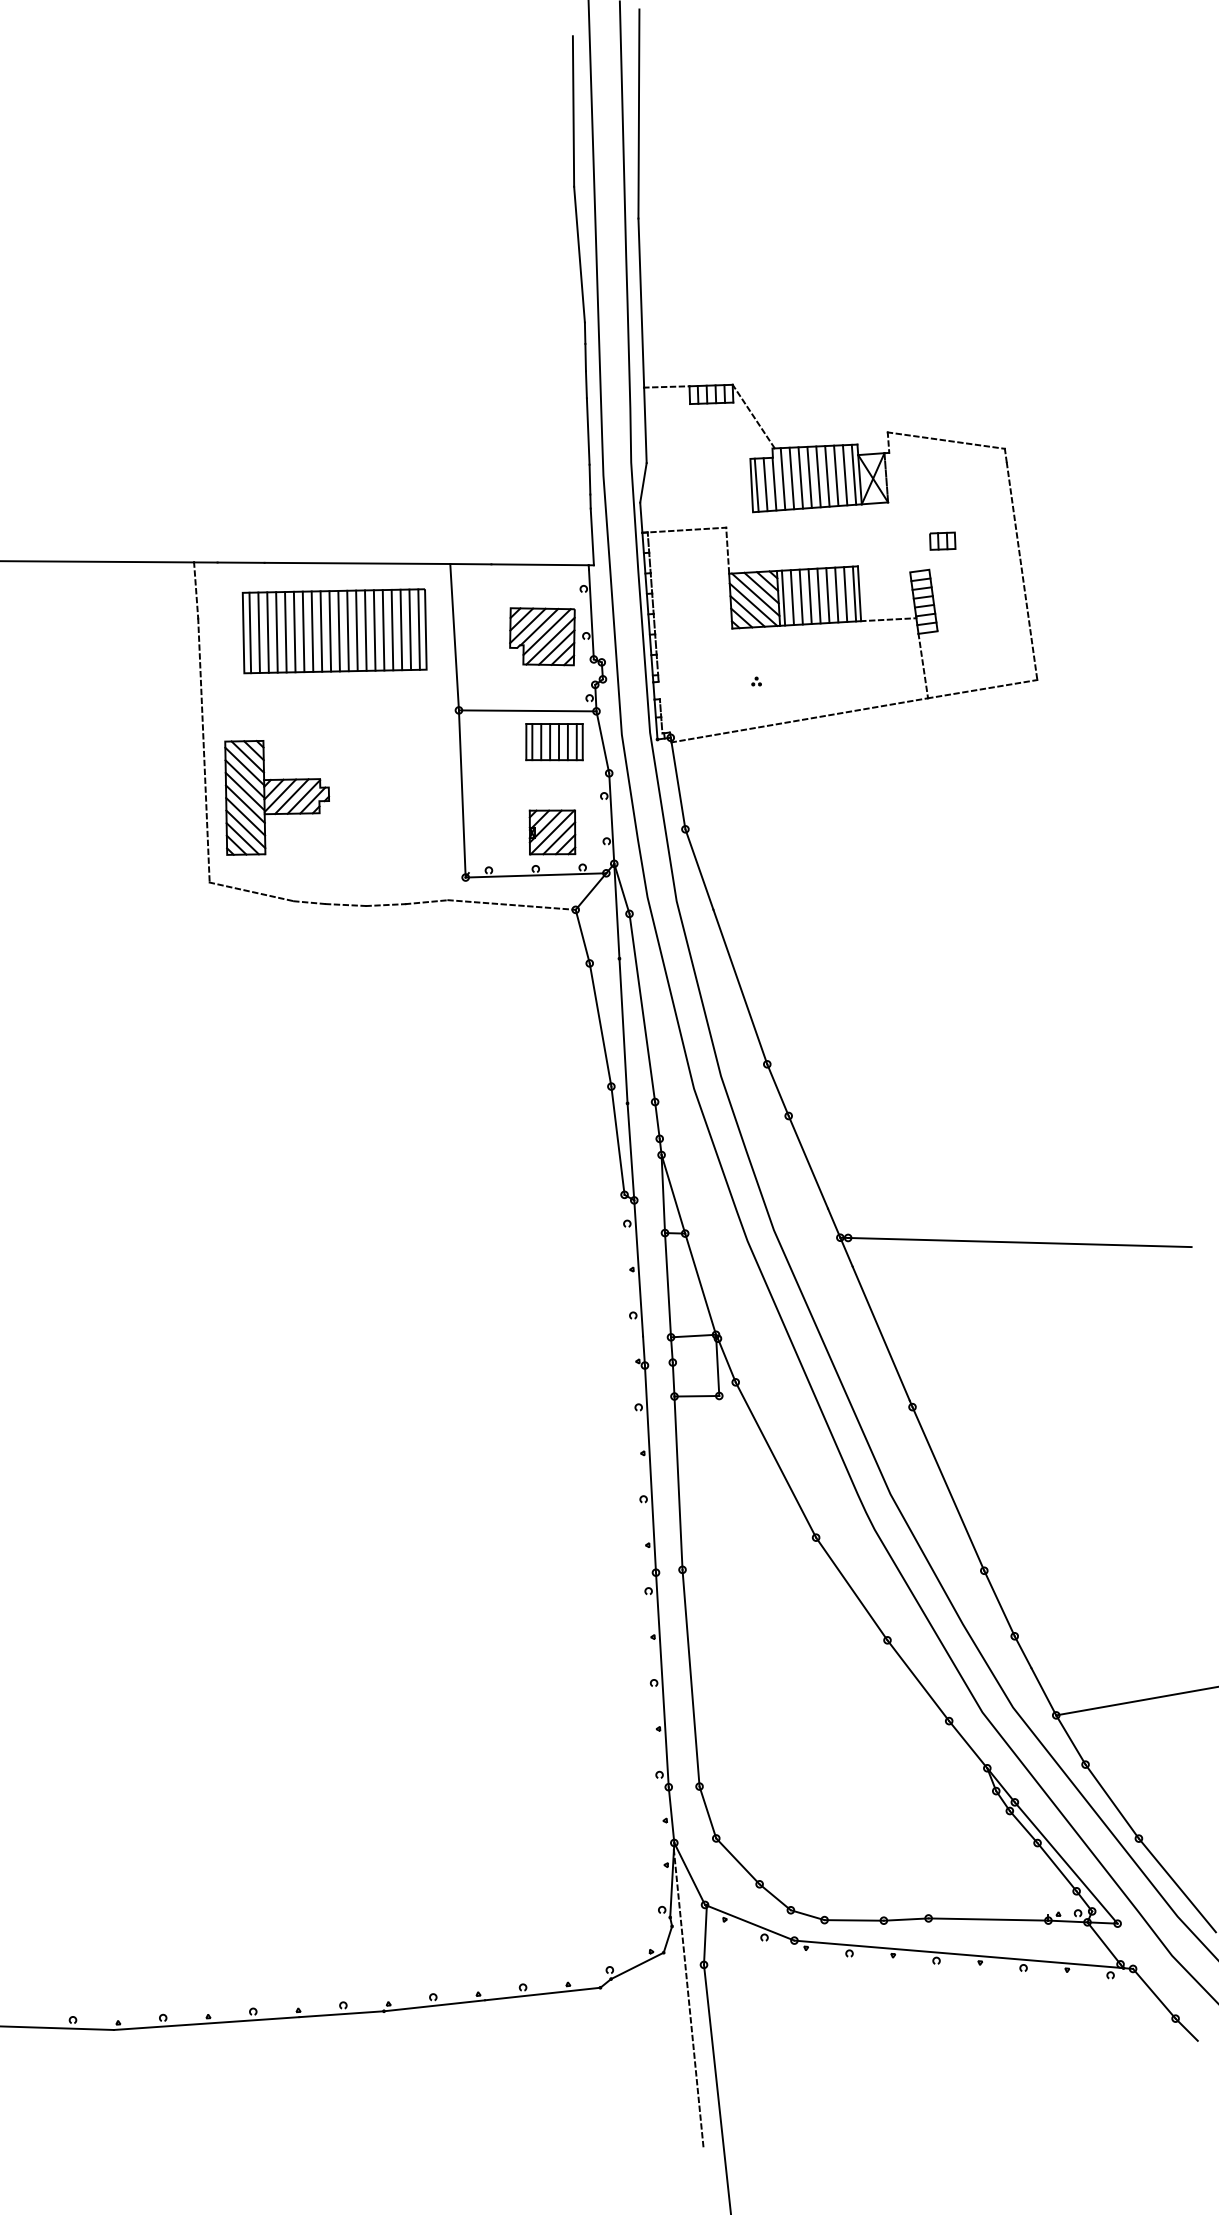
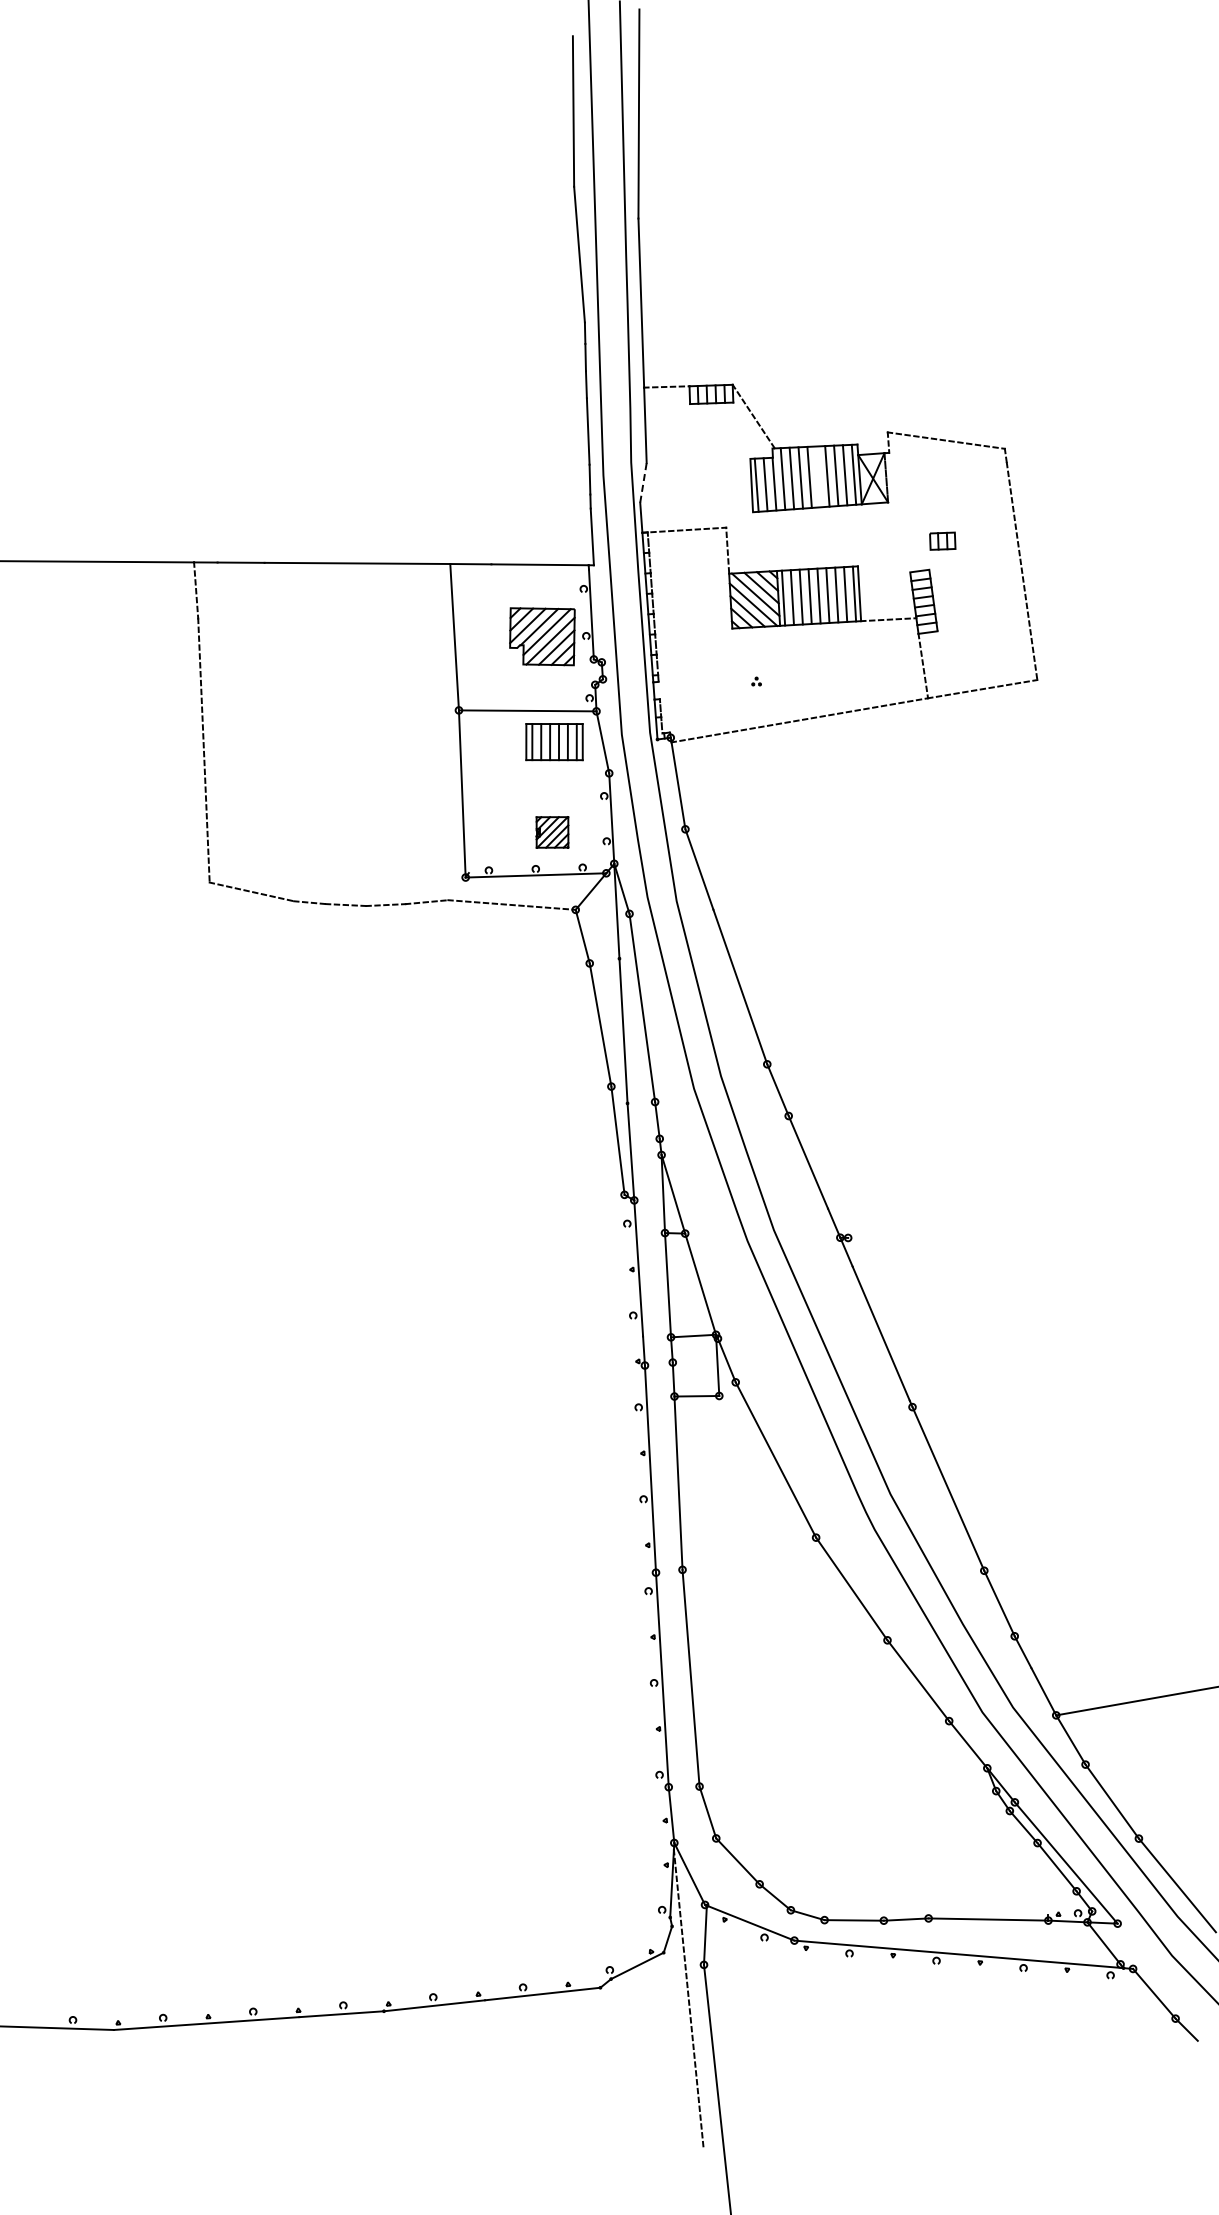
line at (818, 476): present -> none
line at (643, 482): solid -> dashed
part at (334, 631): present -> none
part at (277, 797): present -> none
part at (552, 832) size: 49x47 px -> 35x33 px
line at (1019, 1242): present -> none
